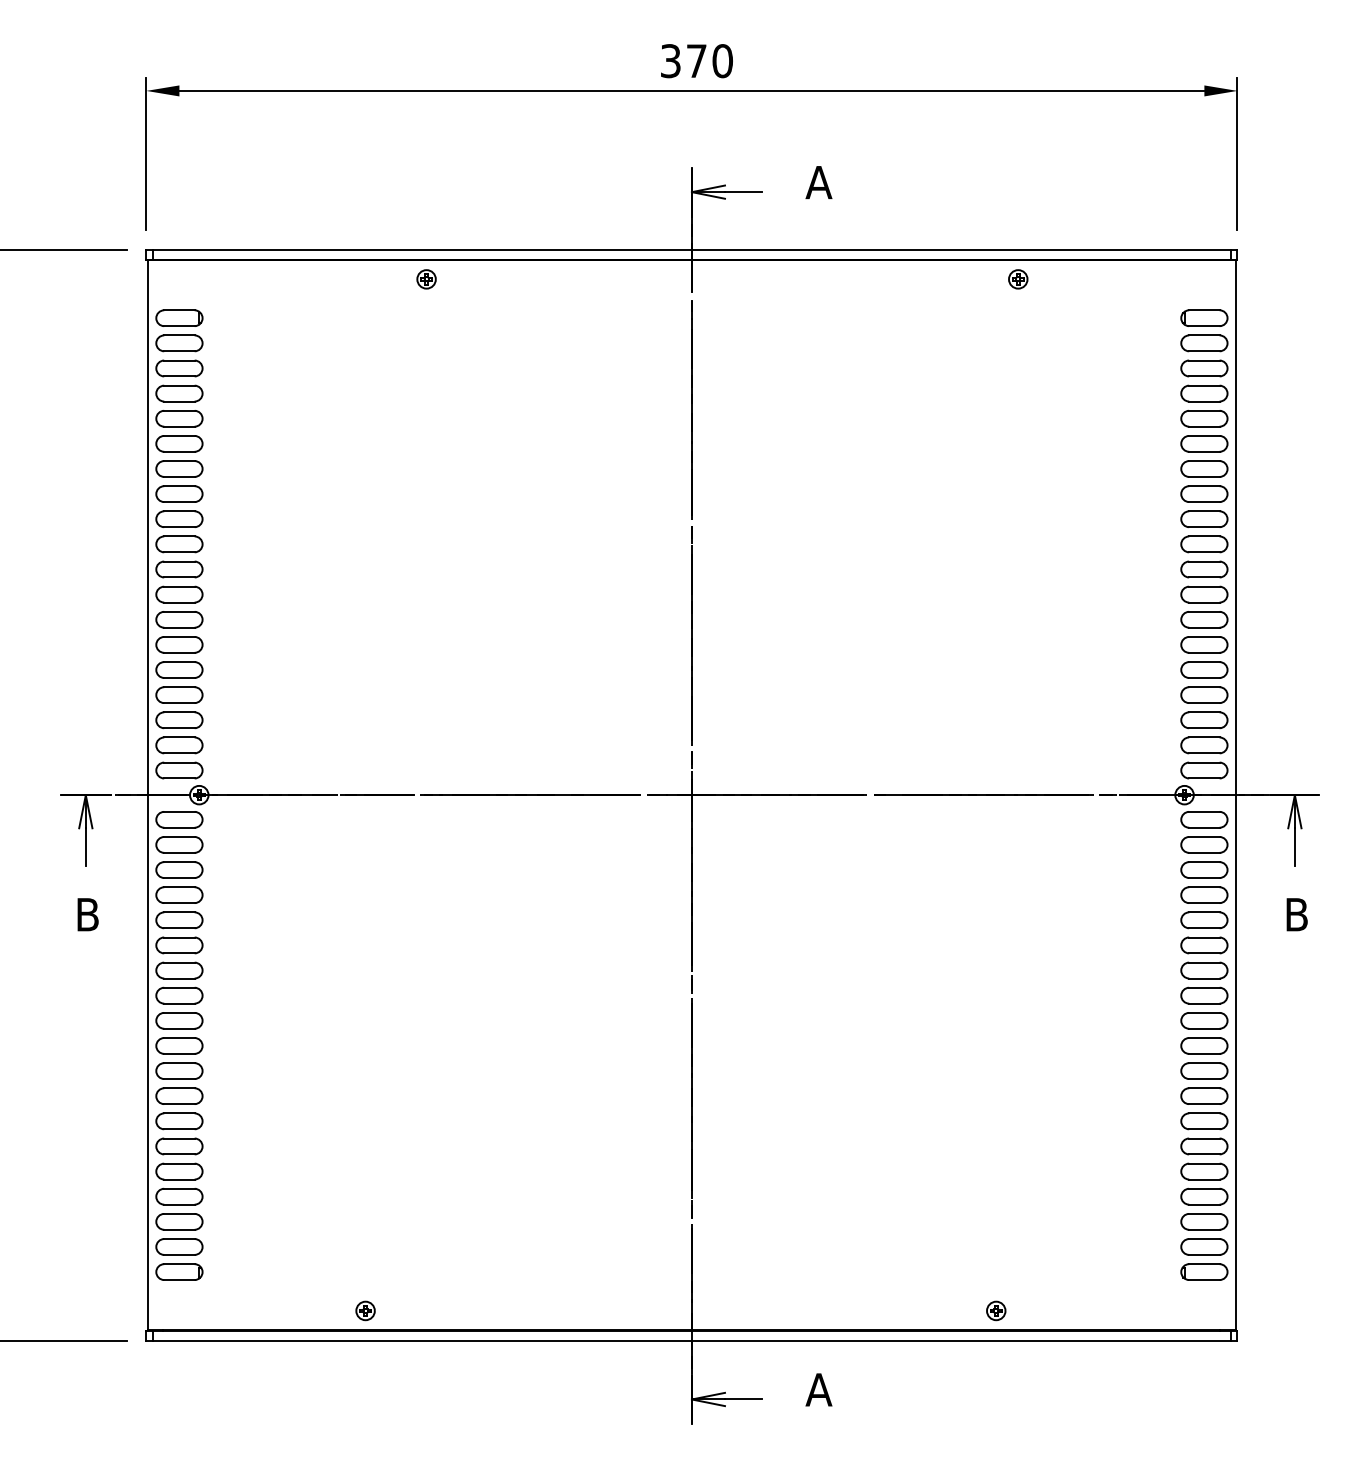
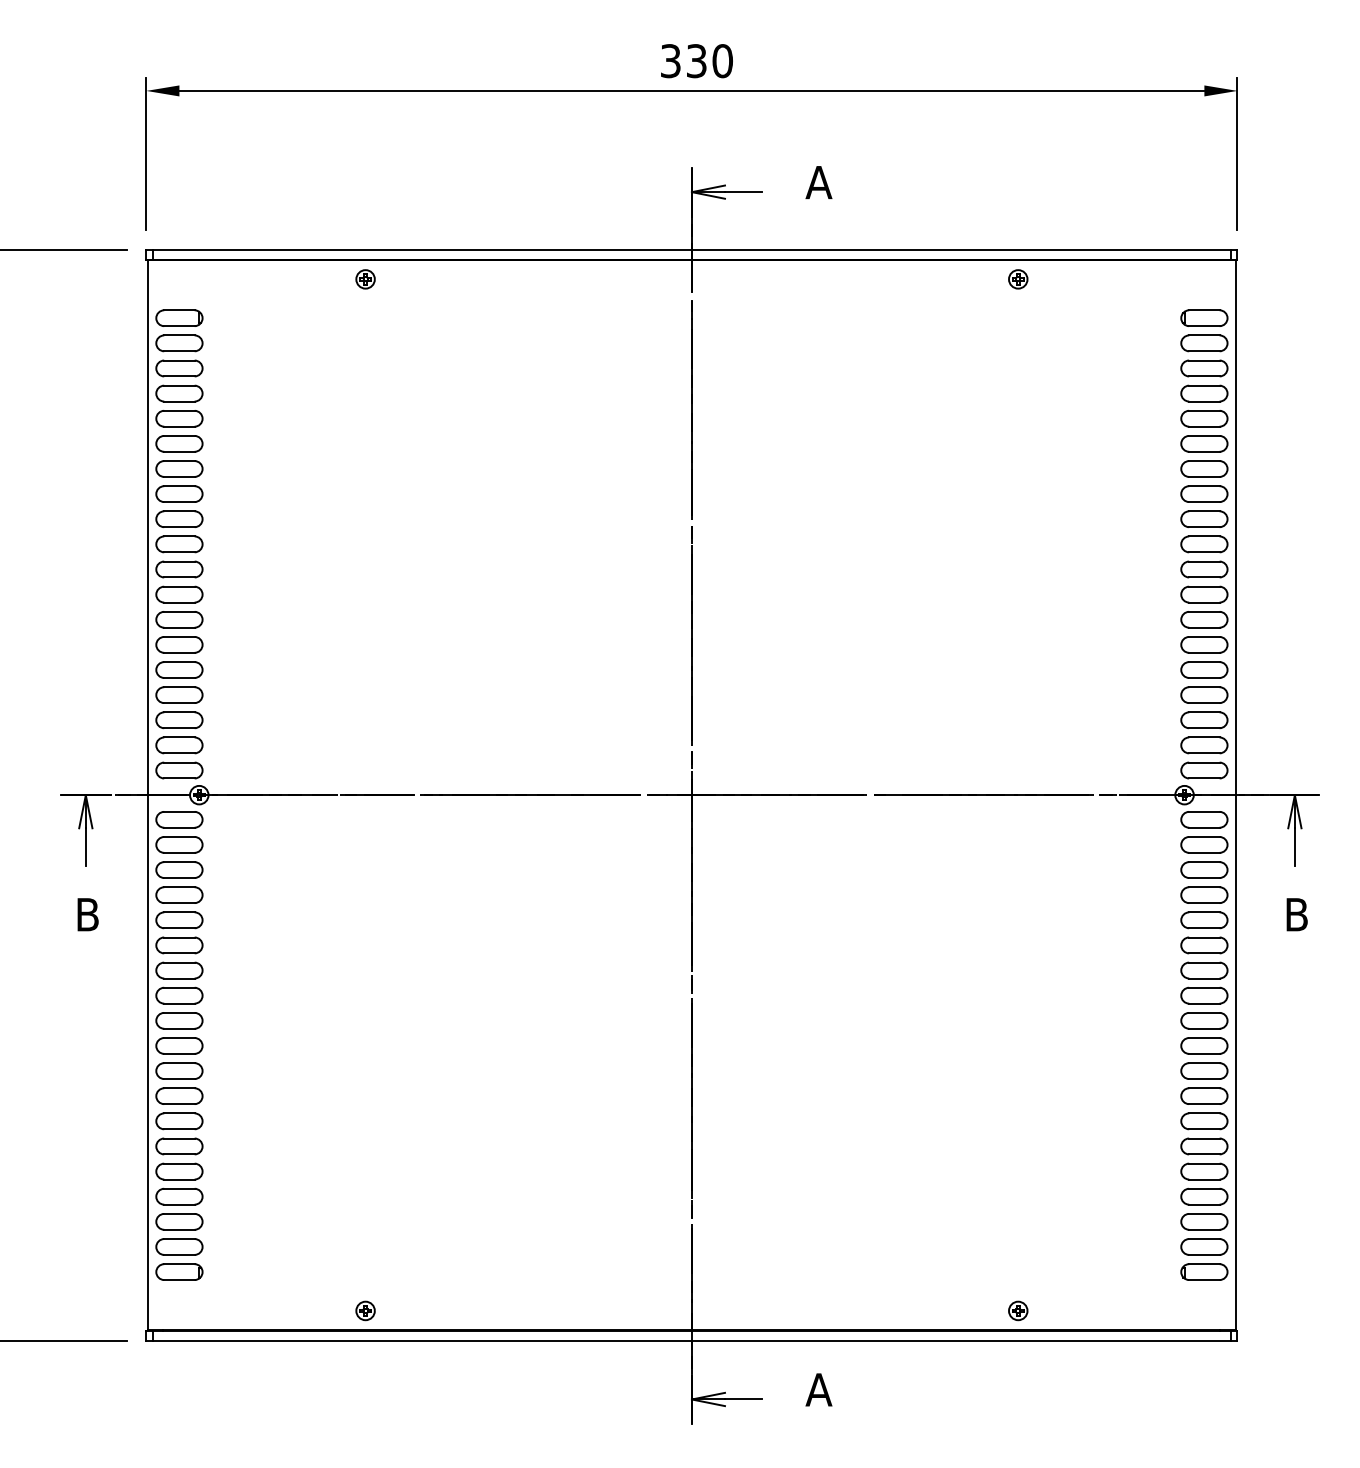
text at (696, 61): 370 -> 330
part at (426, 279) position: (426, 279) -> (365, 279)
part at (996, 1310) position: (996, 1310) -> (1018, 1310)
